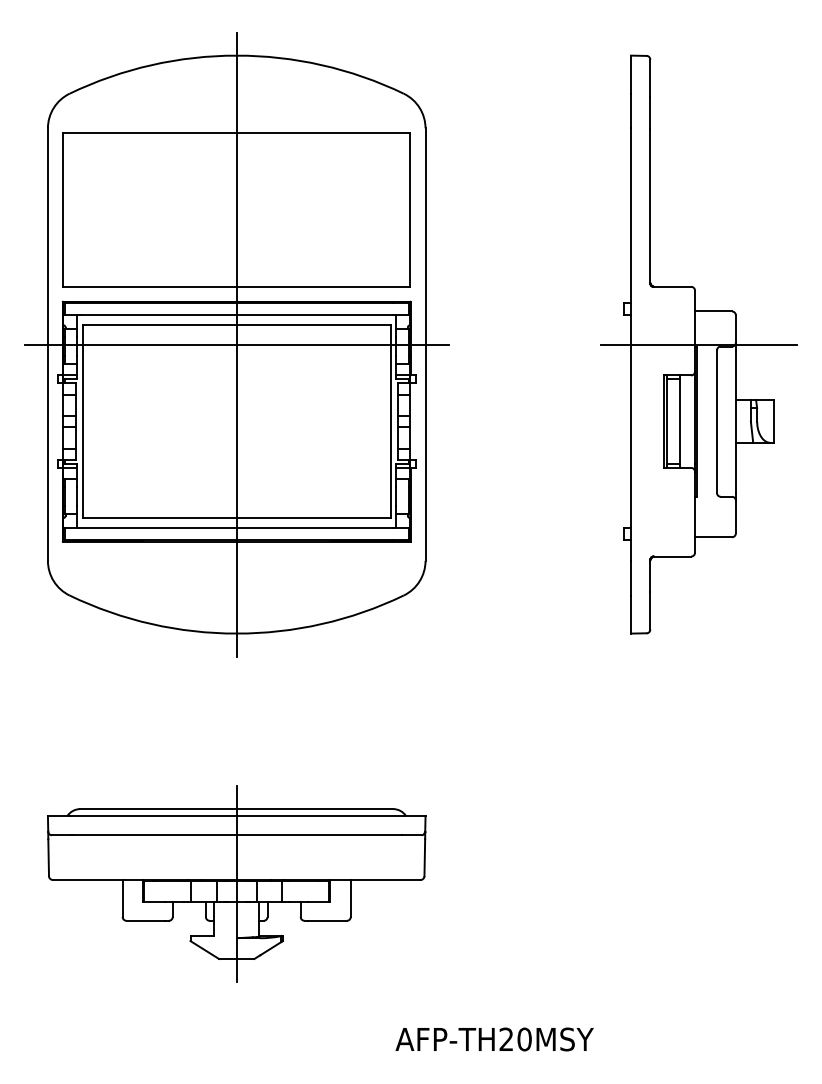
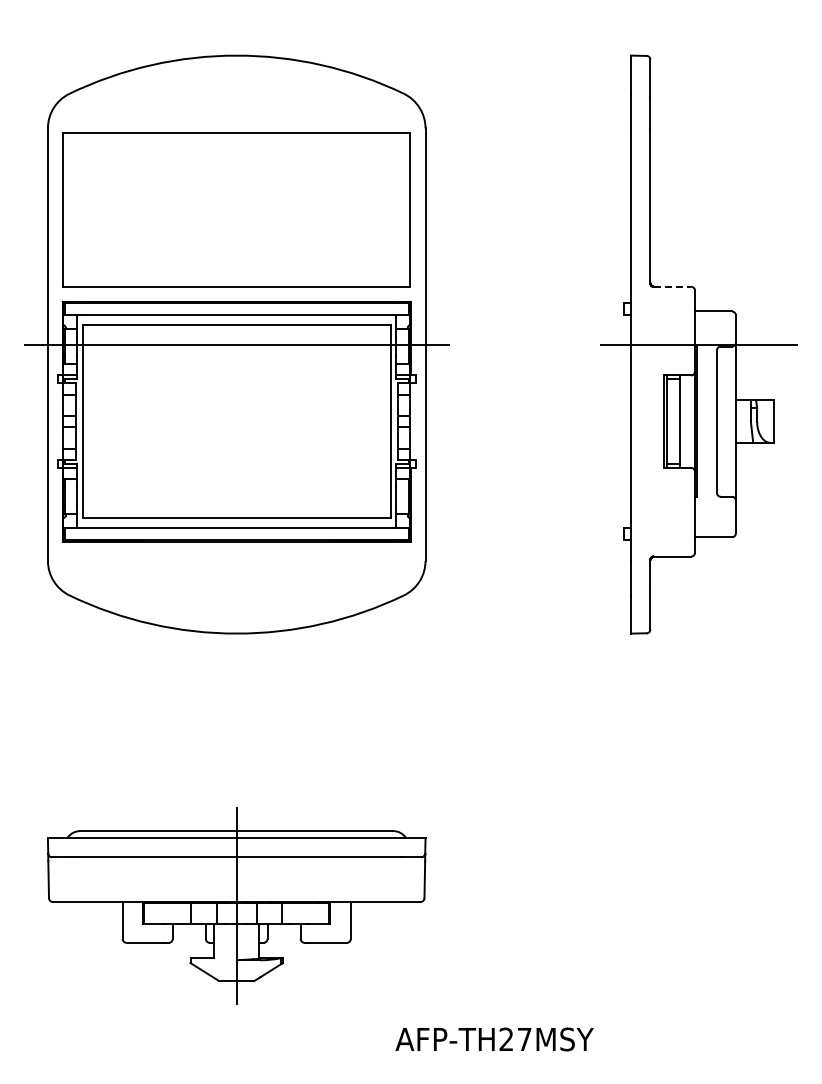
line at (673, 286): solid -> dashed
line at (236, 344): present -> none
part at (236, 883) position: (236, 883) -> (236, 905)
text at (524, 1039): AFP-TH20MSY -> AFP-TH27MSY
